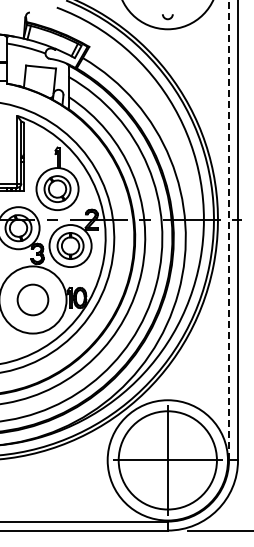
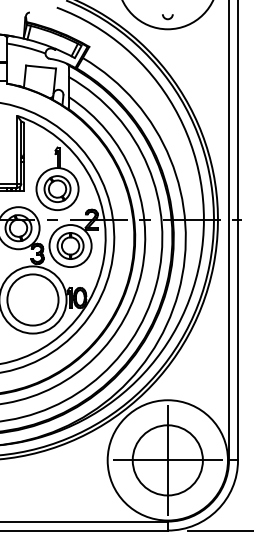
line at (228, 229): dashed -> solid
circle at (32, 299) diameter: 31 px -> 51 px
circle at (167, 460) diameter: 98 px -> 70 px
